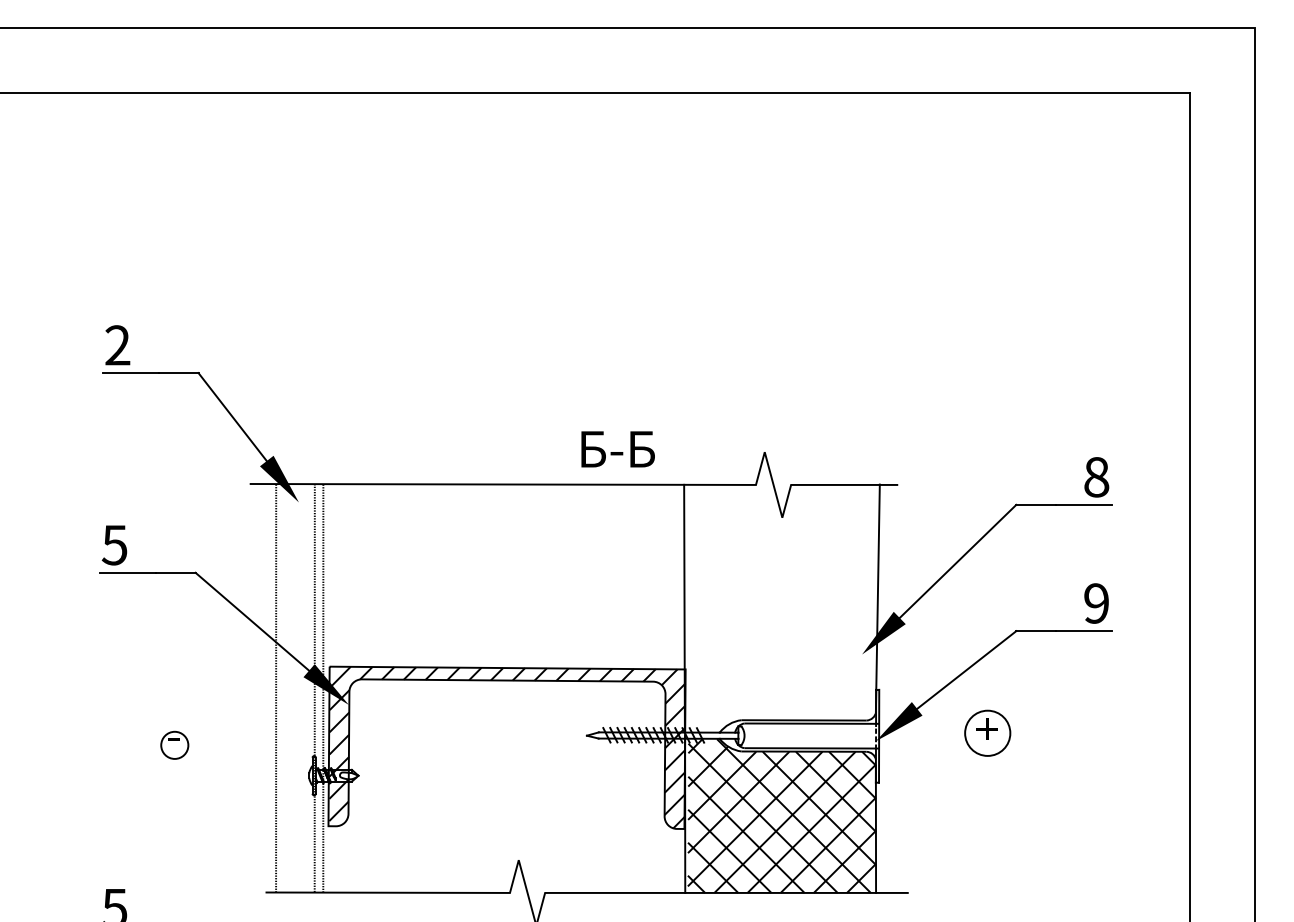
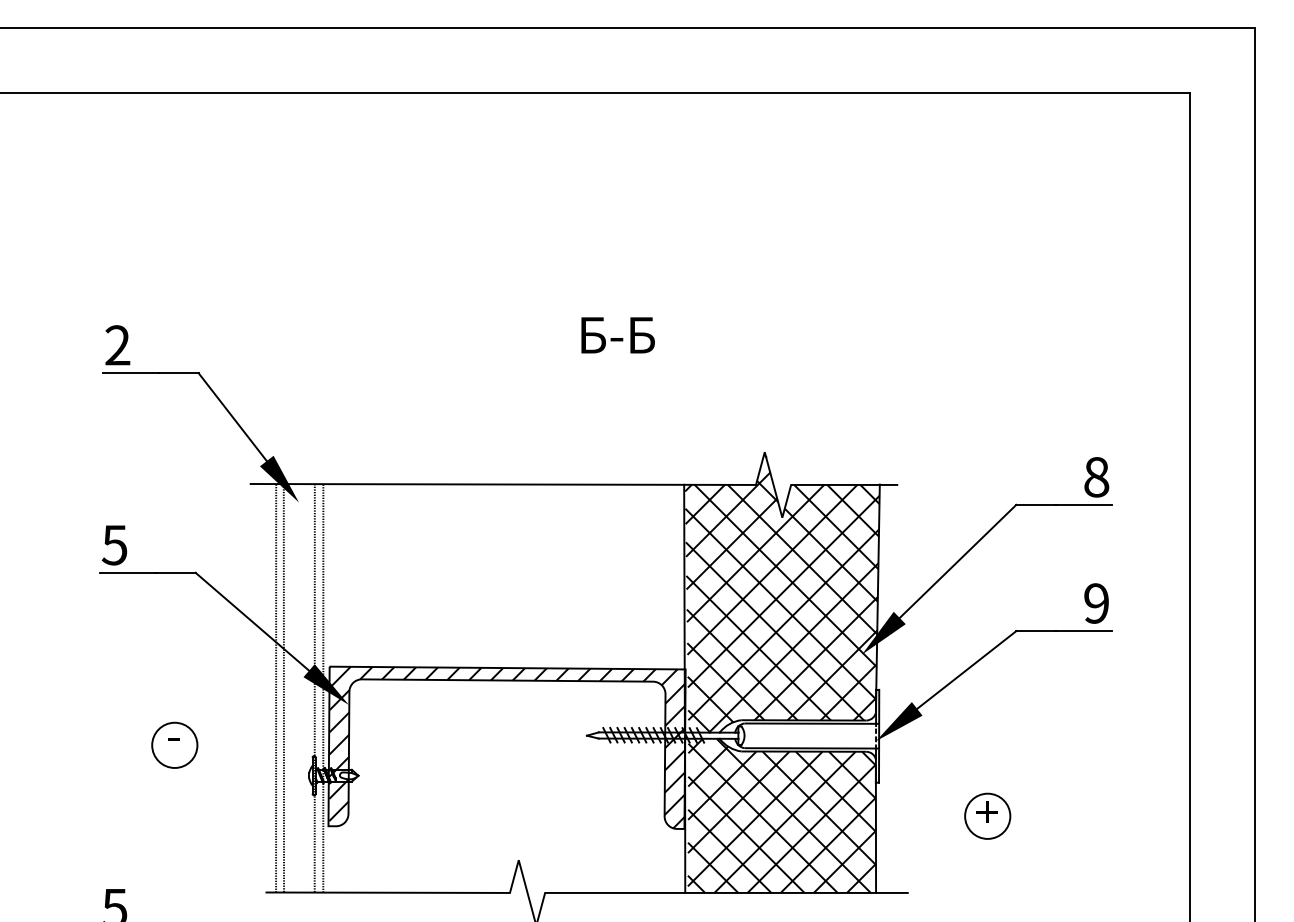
text at (617, 449) position: (617, 449) -> (617, 335)
hatch at (782, 593): none -> present
line at (283, 688): none -> present
part at (987, 732) position: (987, 732) -> (987, 815)
circle at (174, 744) diameter: 27 px -> 45 px
